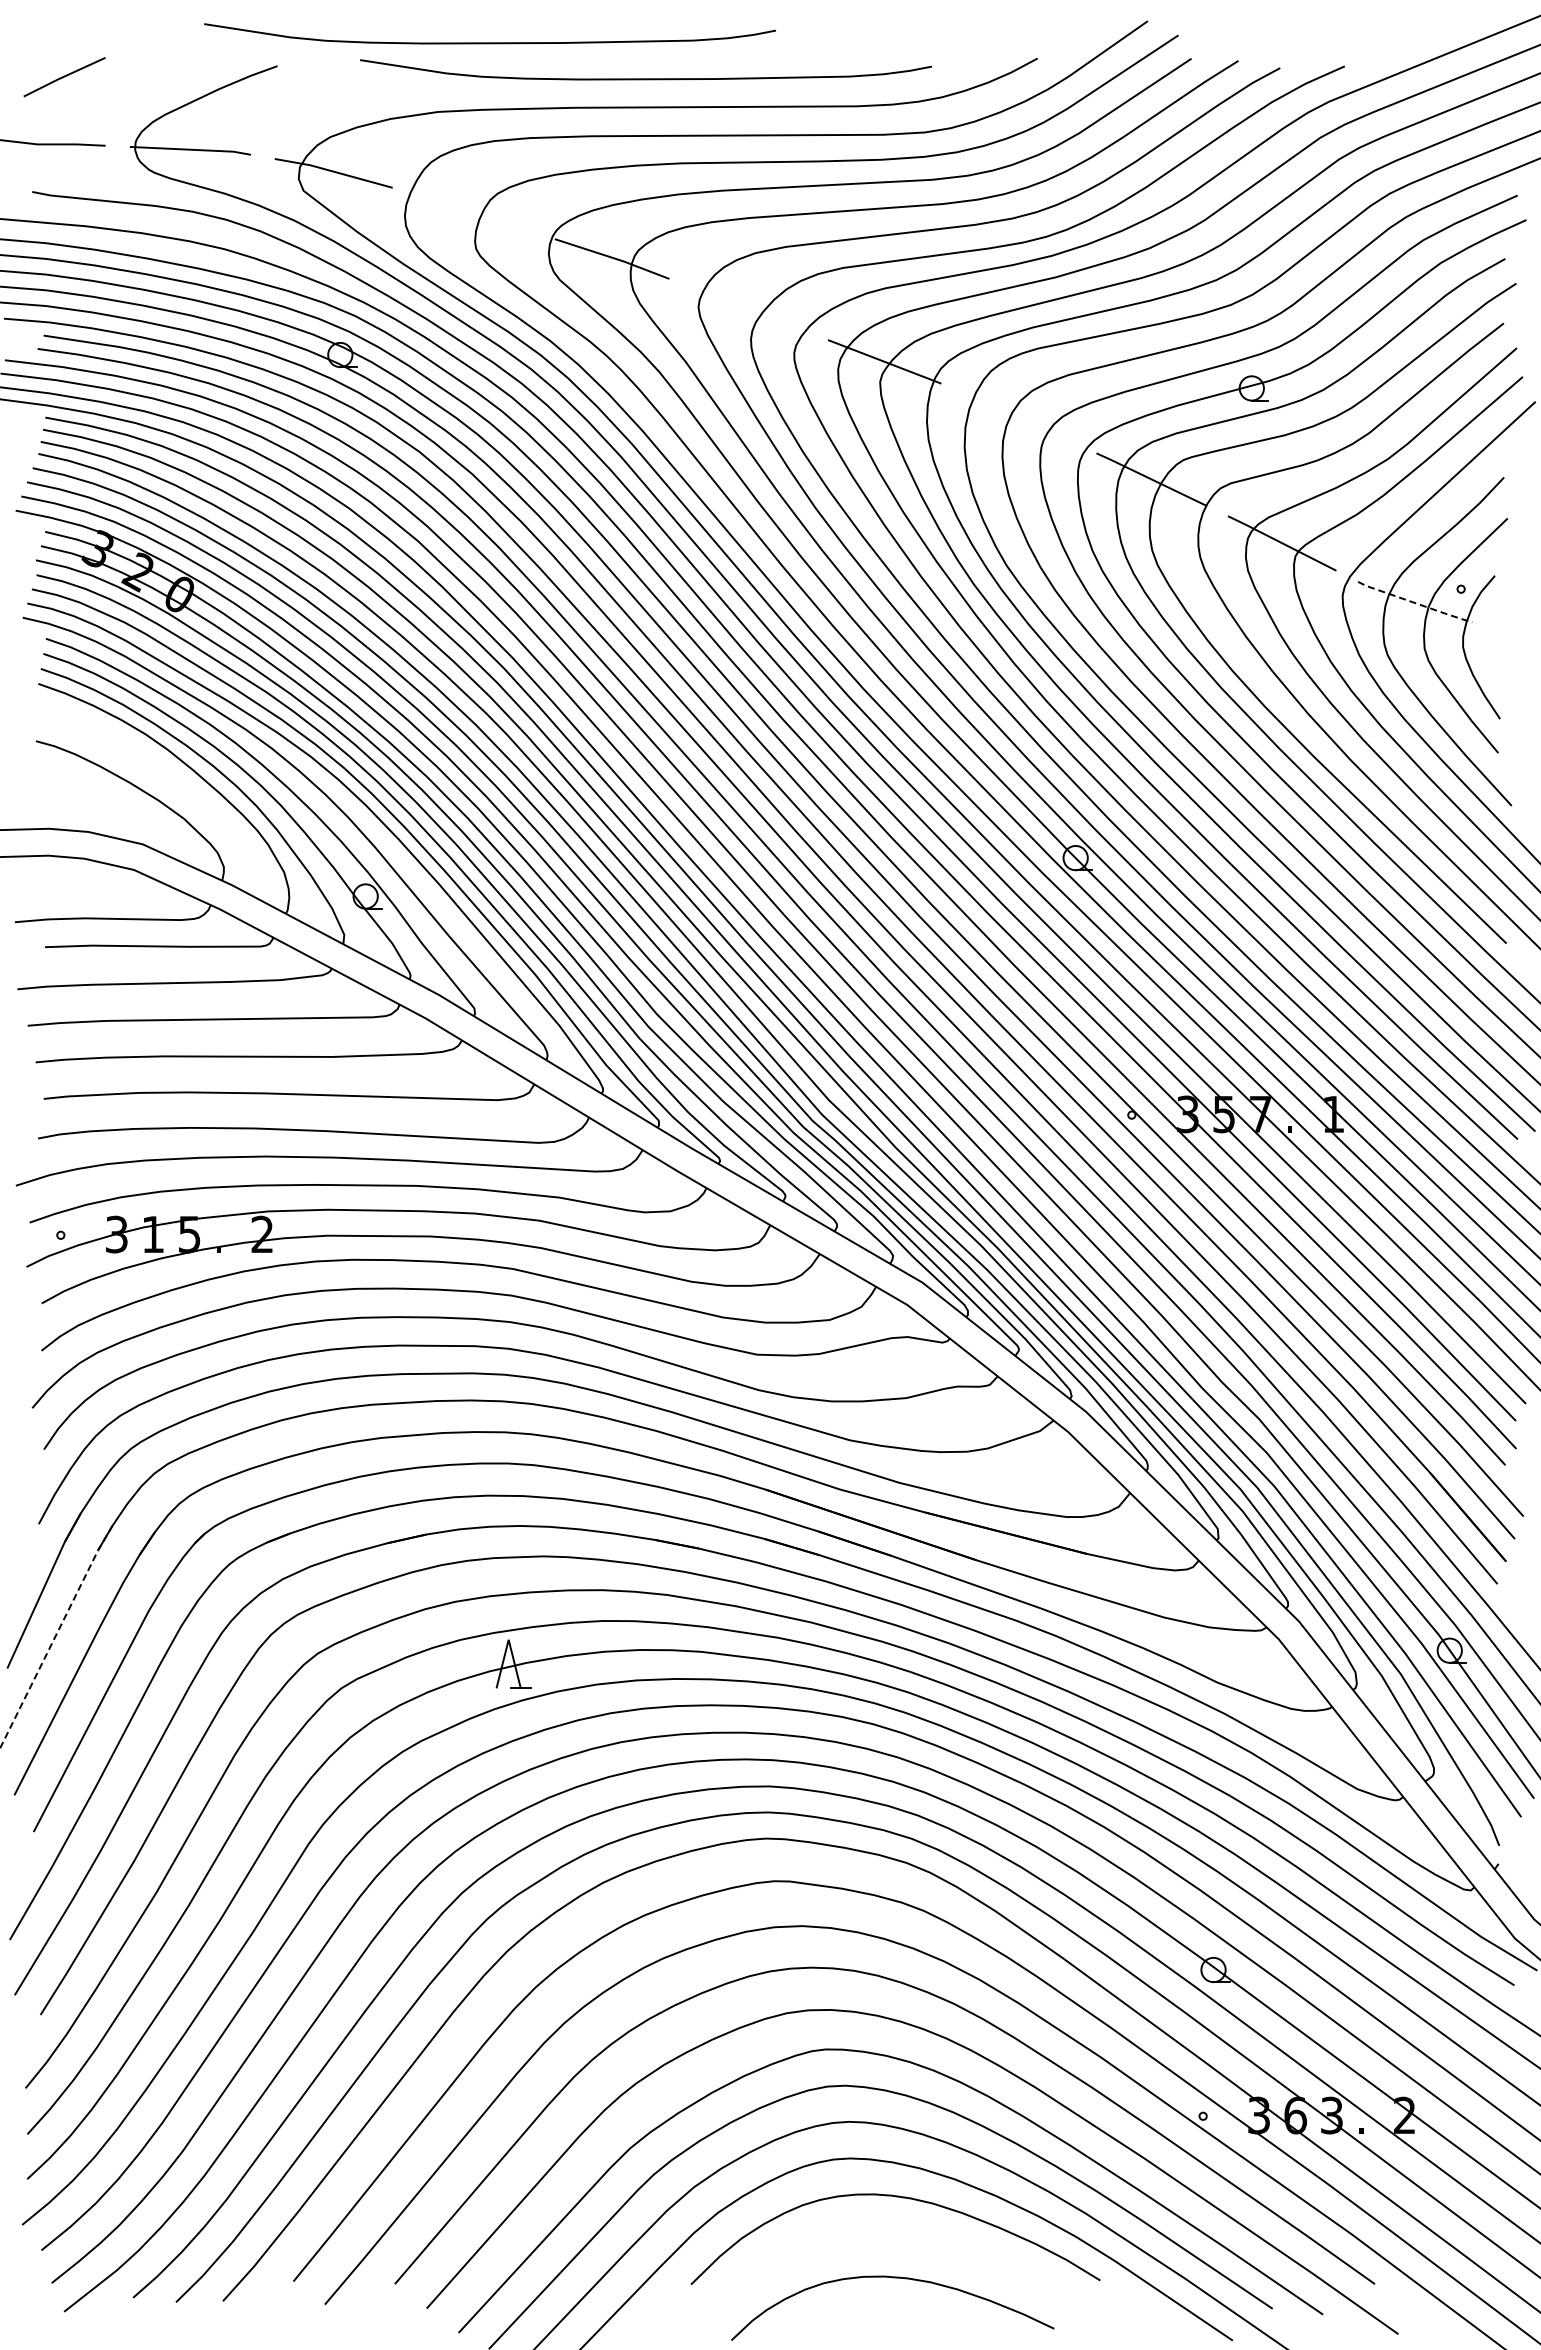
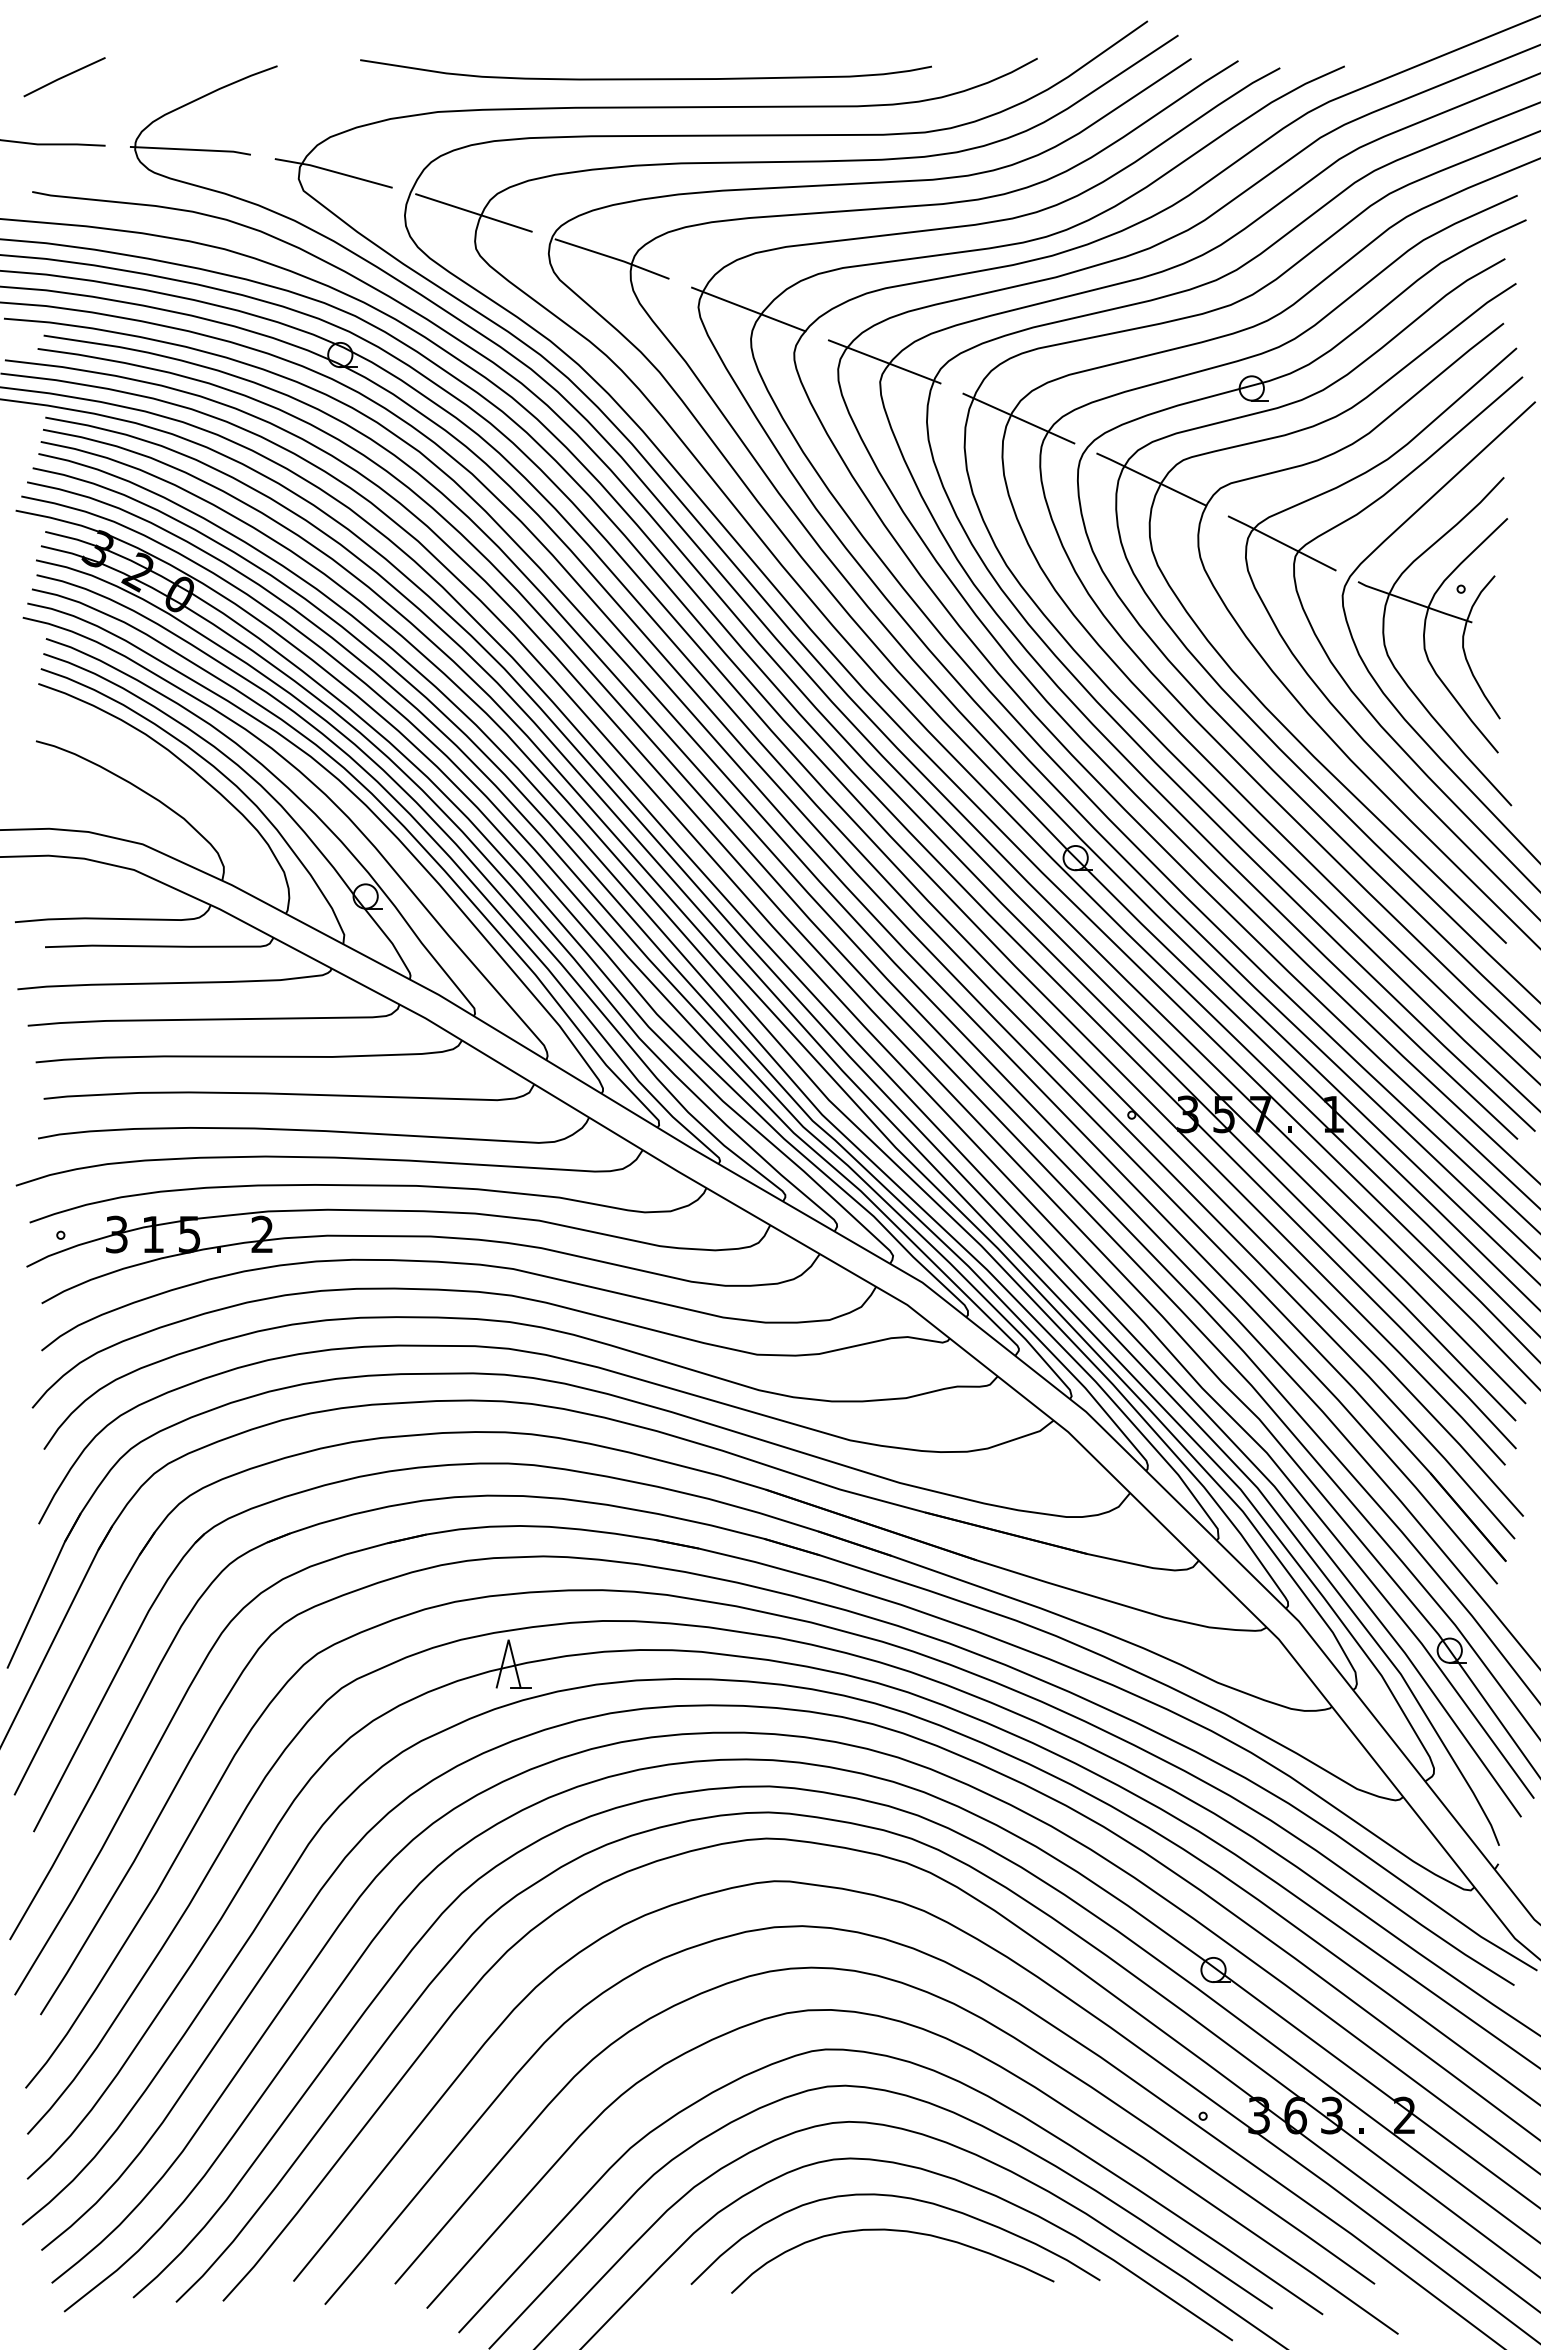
curve at (489, 42): present -> none
line at (473, 212): none -> present
line at (748, 309): none -> present
line at (1018, 418): none -> present
line at (1414, 602): dashed -> solid
line at (55, 1636): dashed -> solid
curve at (892, 2278) position: (892, 2278) -> (892, 2231)
